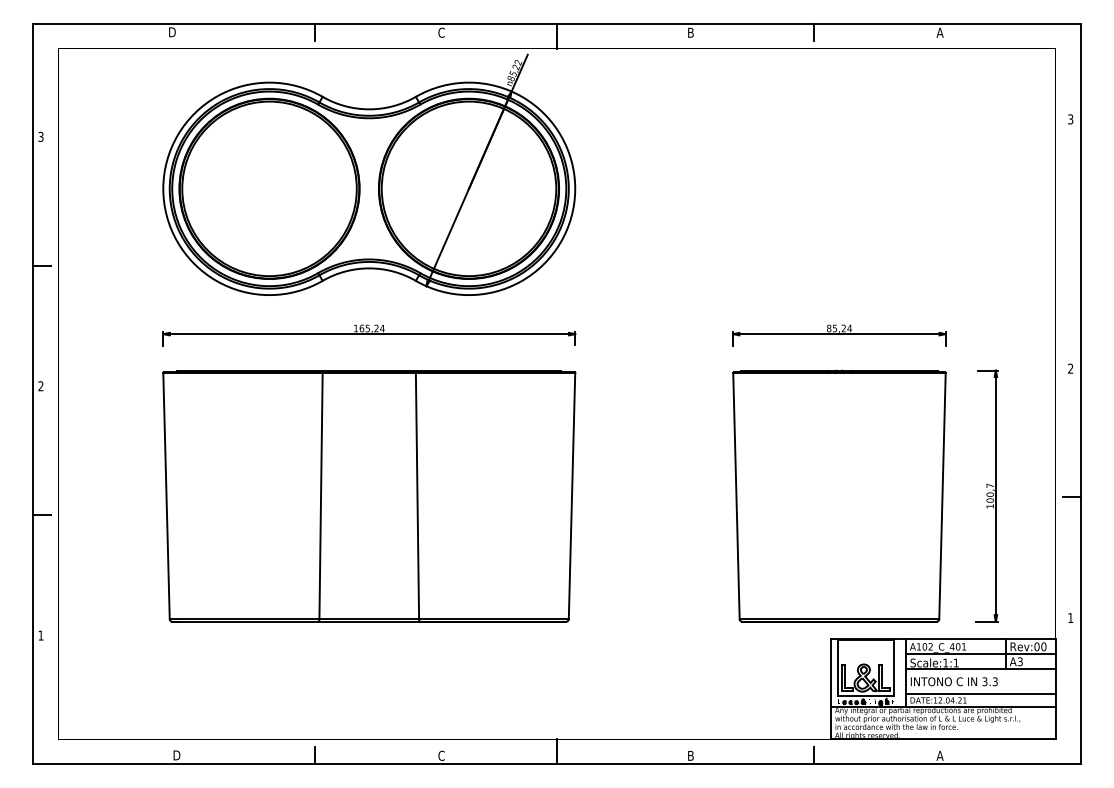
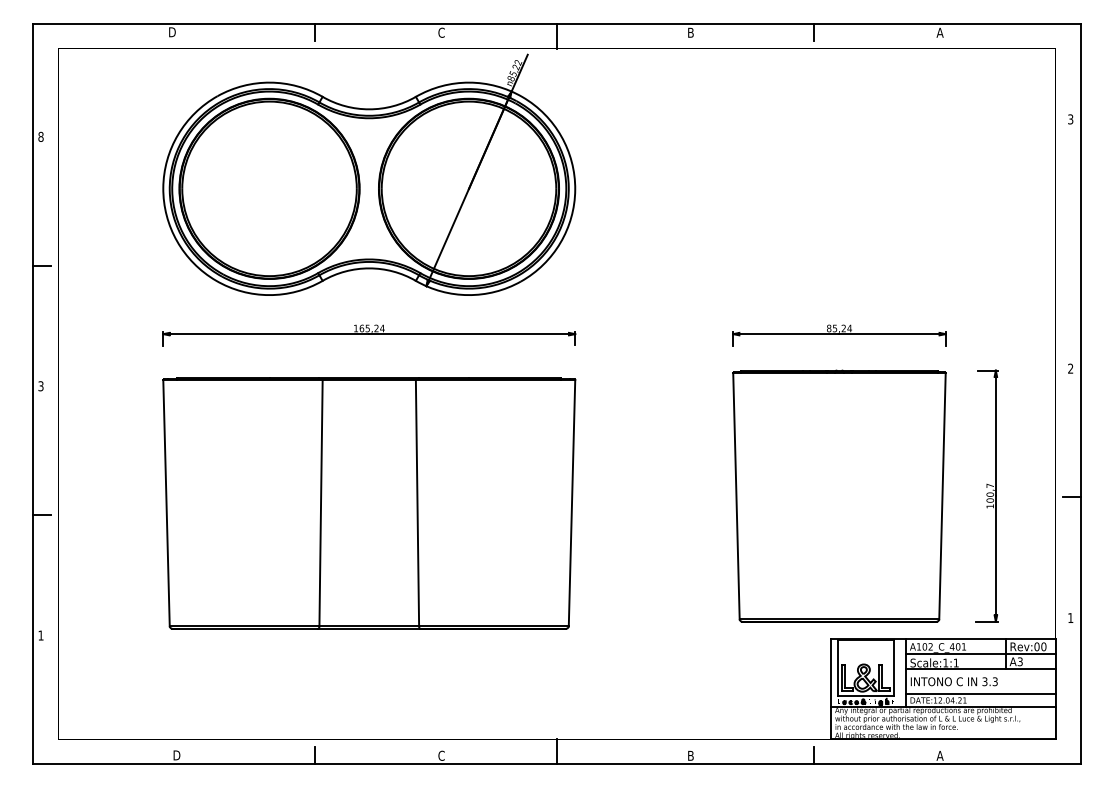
text at (40, 136): 3 -> 8
text at (40, 386): 2 -> 3
part at (369, 496) position: (369, 496) -> (369, 503)
